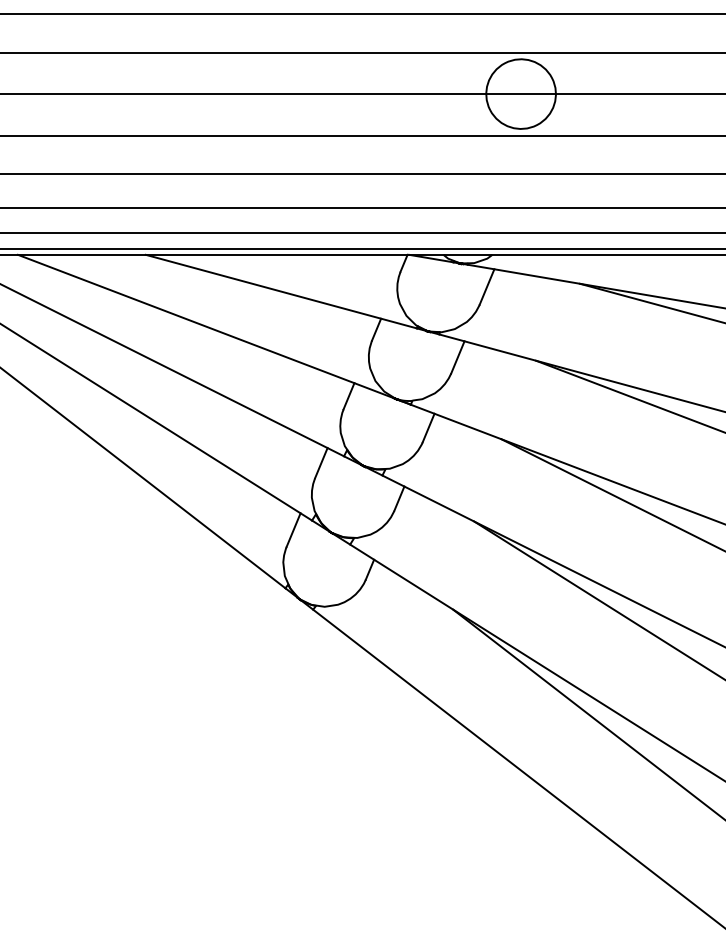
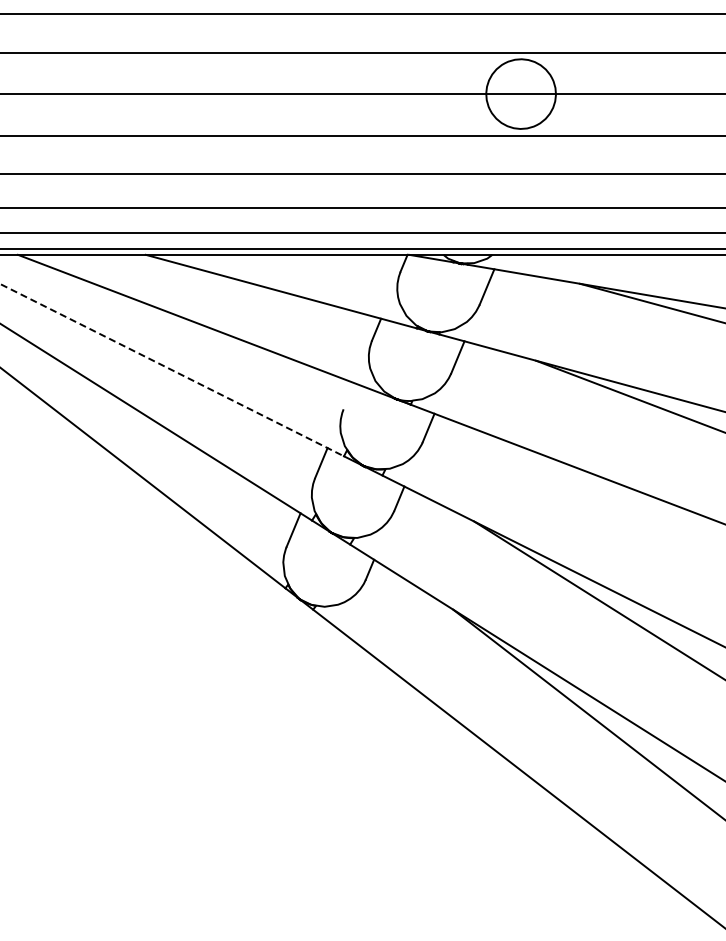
line at (172, 370): solid -> dashed
line at (348, 396): present -> none
line at (611, 494): present -> none
